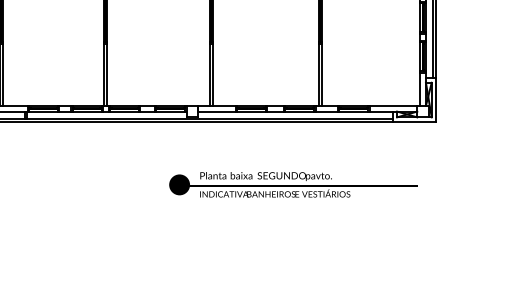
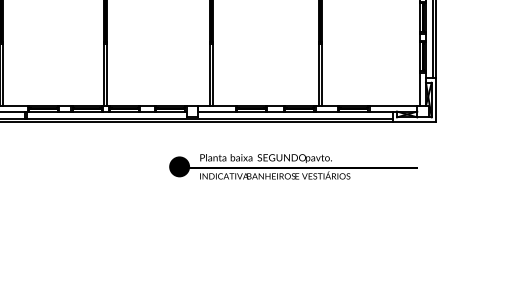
text at (293, 184) position: (293, 184) -> (293, 166)
